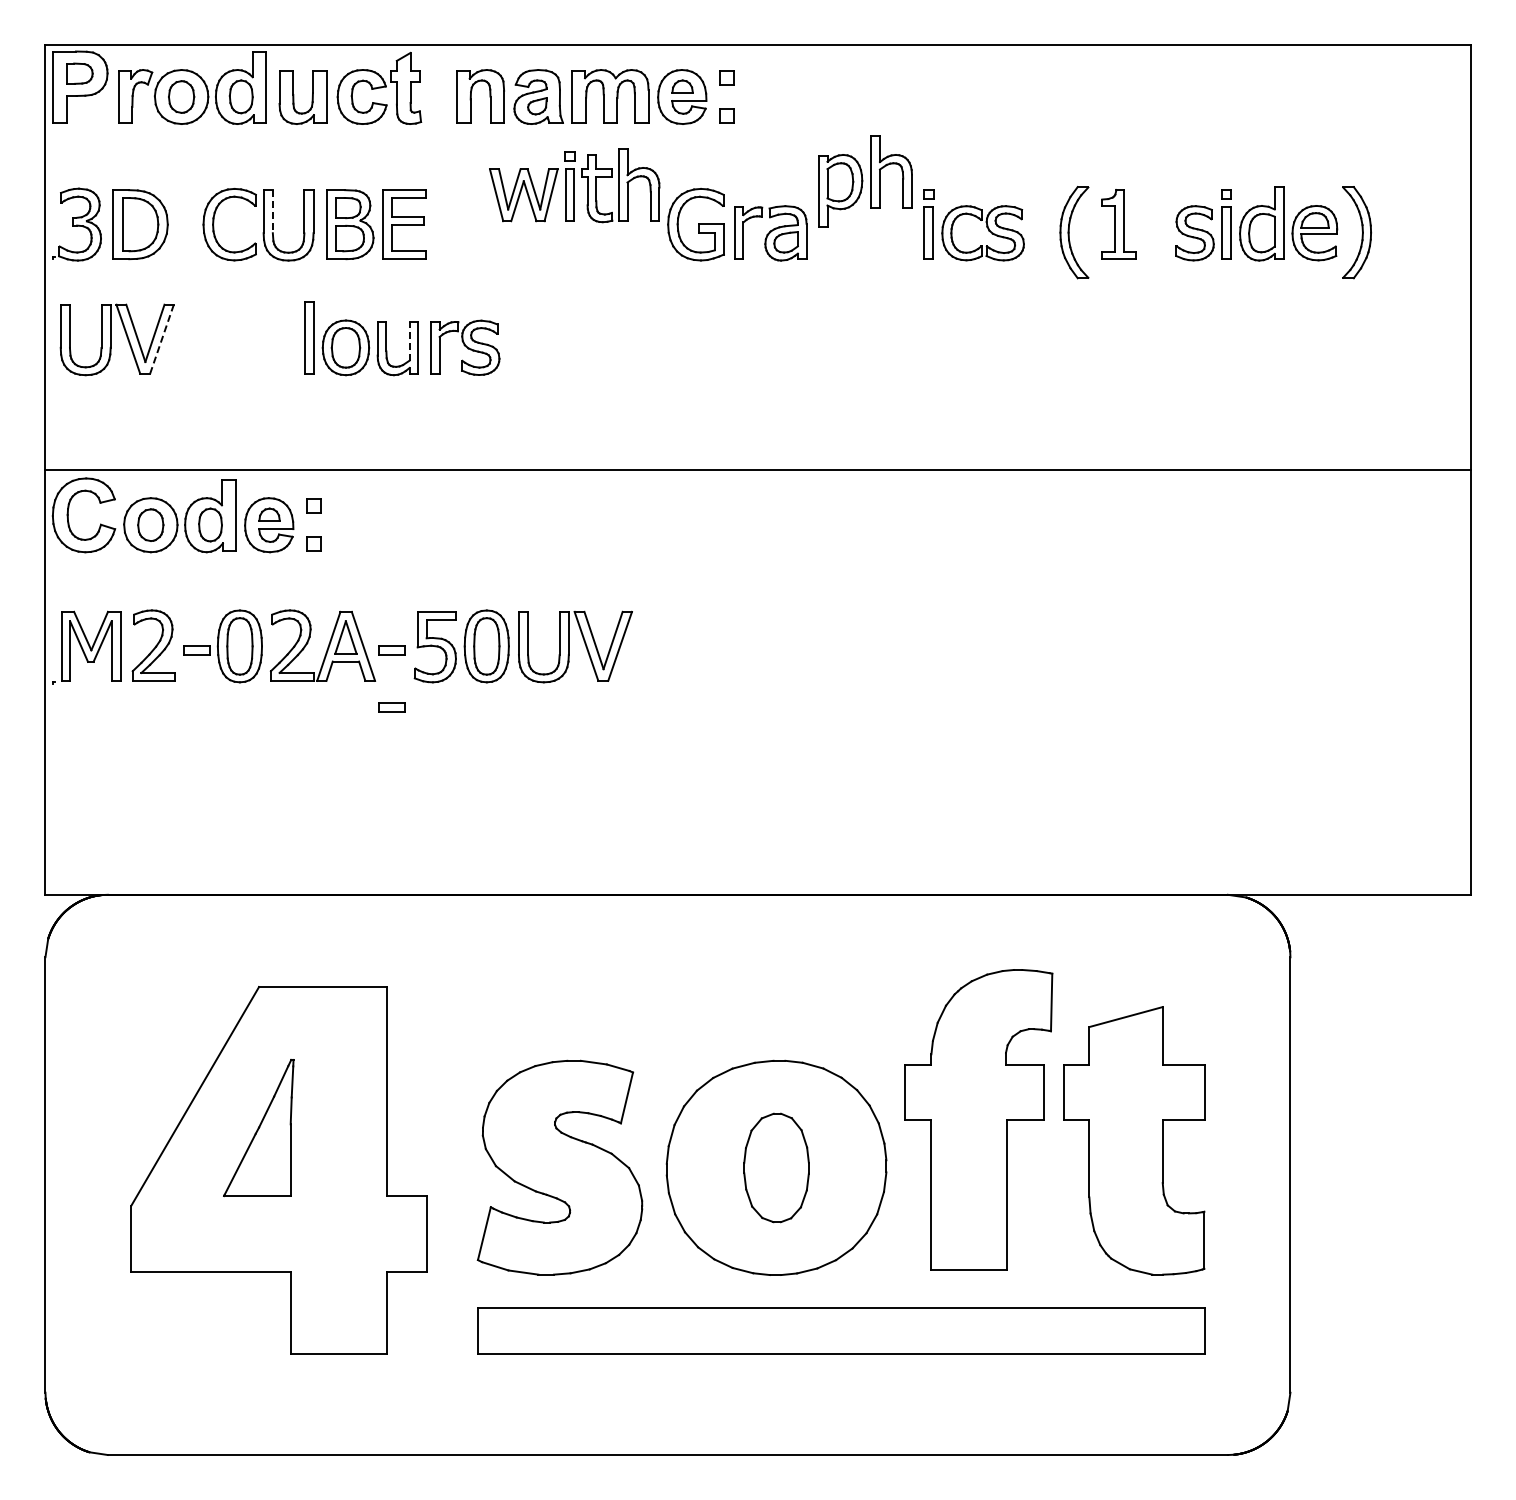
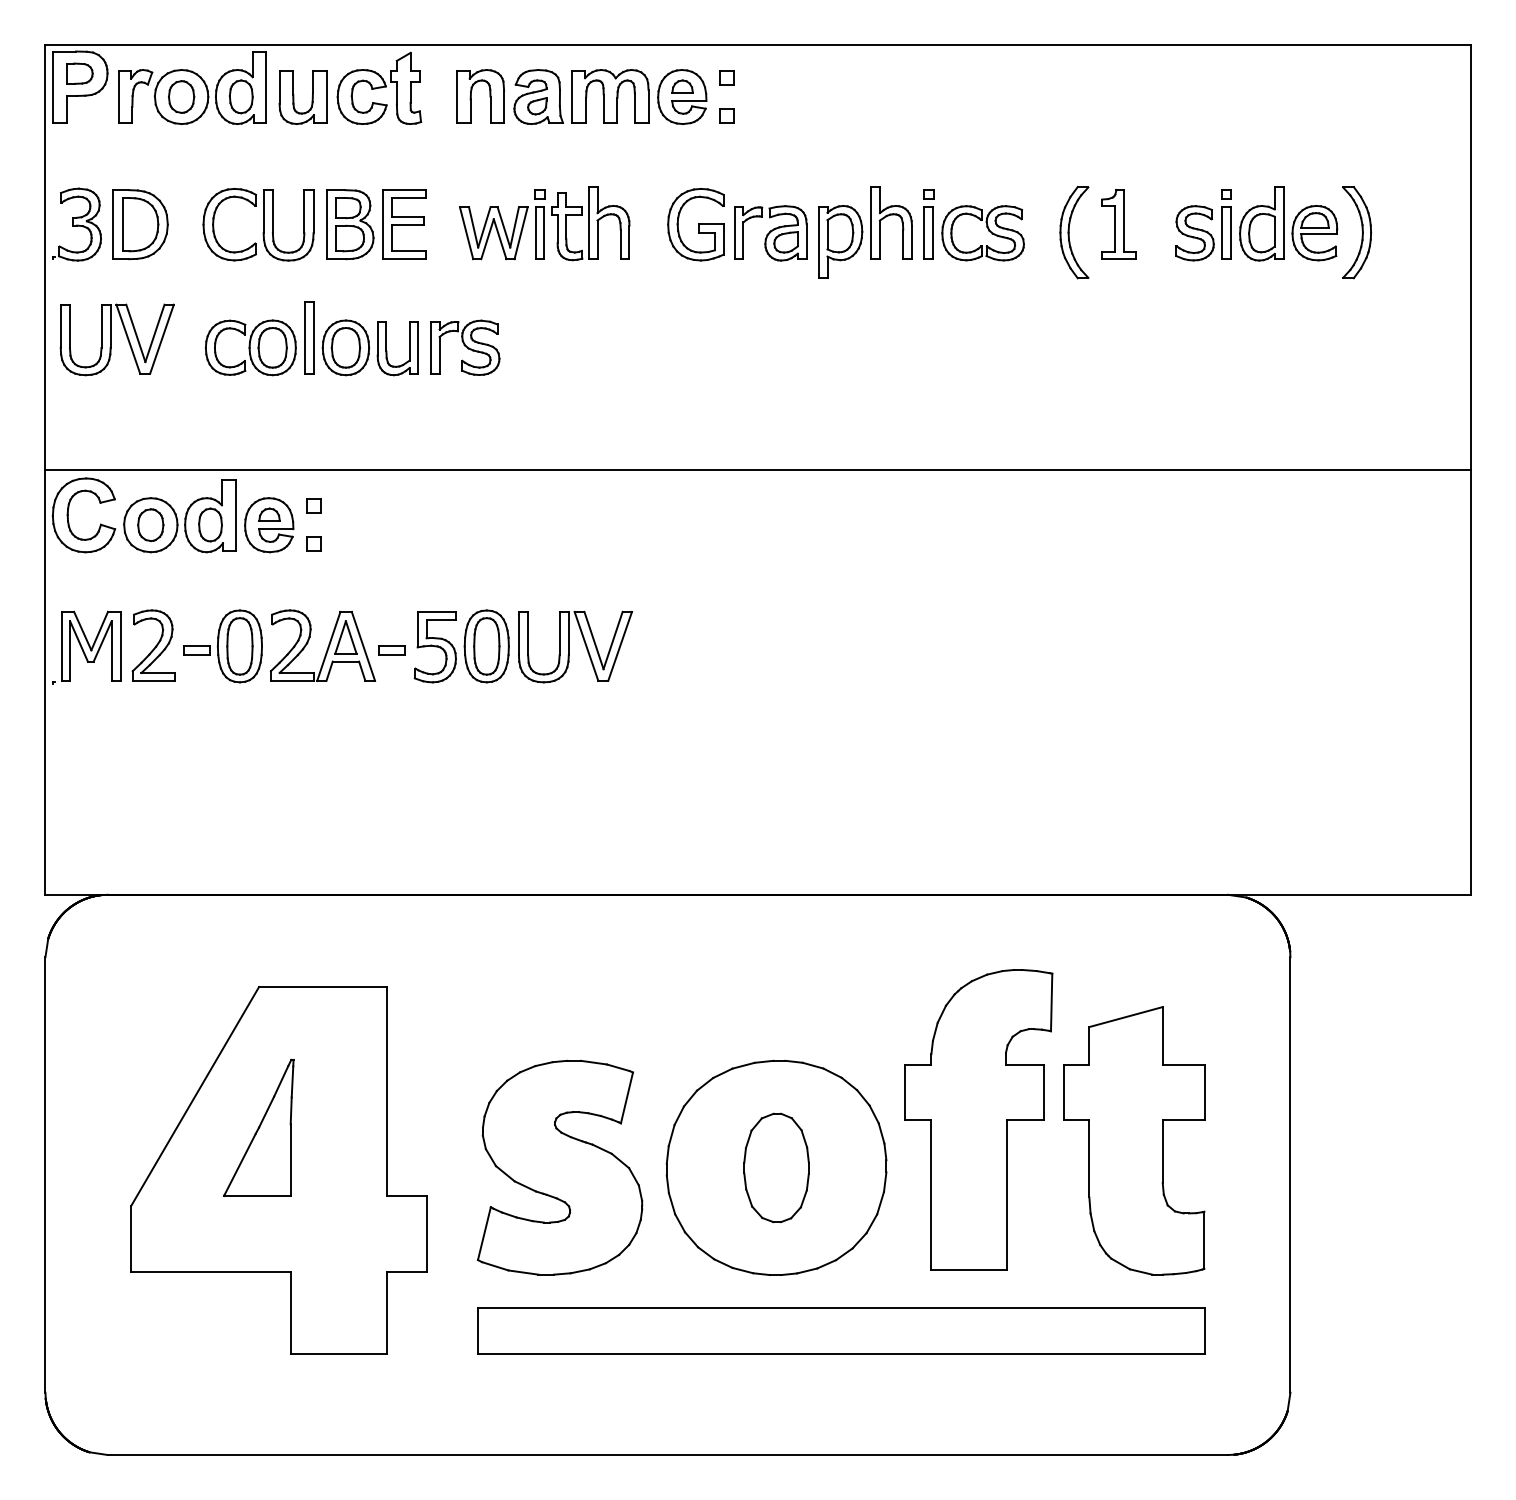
part at (865, 181) position: (865, 181) -> (865, 232)
part at (574, 185) position: (574, 185) -> (544, 223)
line at (272, 211): dashed -> solid
line at (161, 339): dashed -> solid
line at (409, 340): dashed -> solid
part at (250, 347): none -> present
part at (391, 707): present -> none
